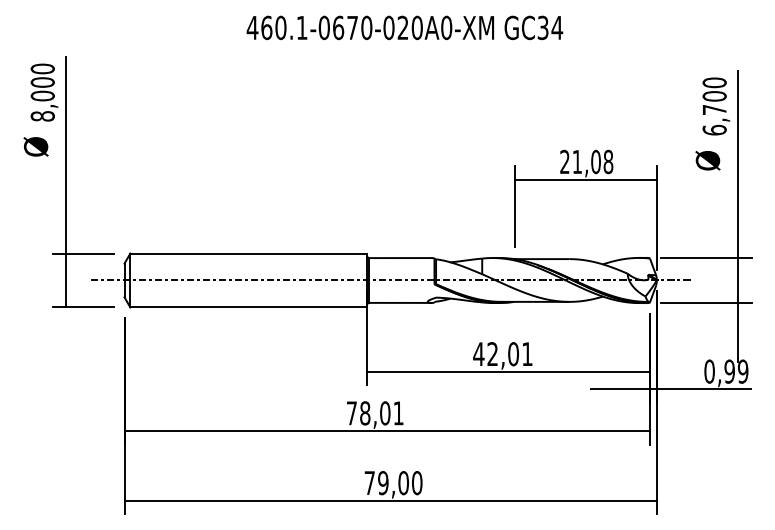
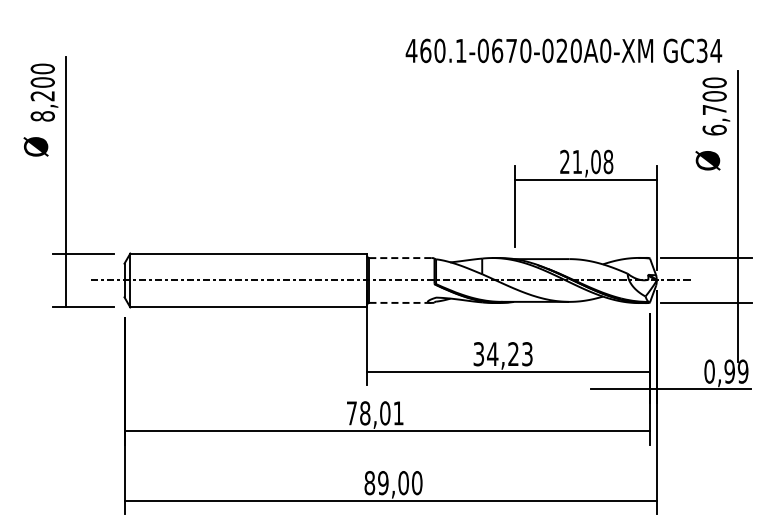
text at (404, 27) position: (404, 27) -> (563, 50)
text at (42, 95): 8,000 -> 8,200
line at (400, 258): solid -> dashed
line at (400, 302): solid -> dashed
text at (502, 354): 42,01 -> 34,23
text at (369, 483): 79,00 -> 89,00
